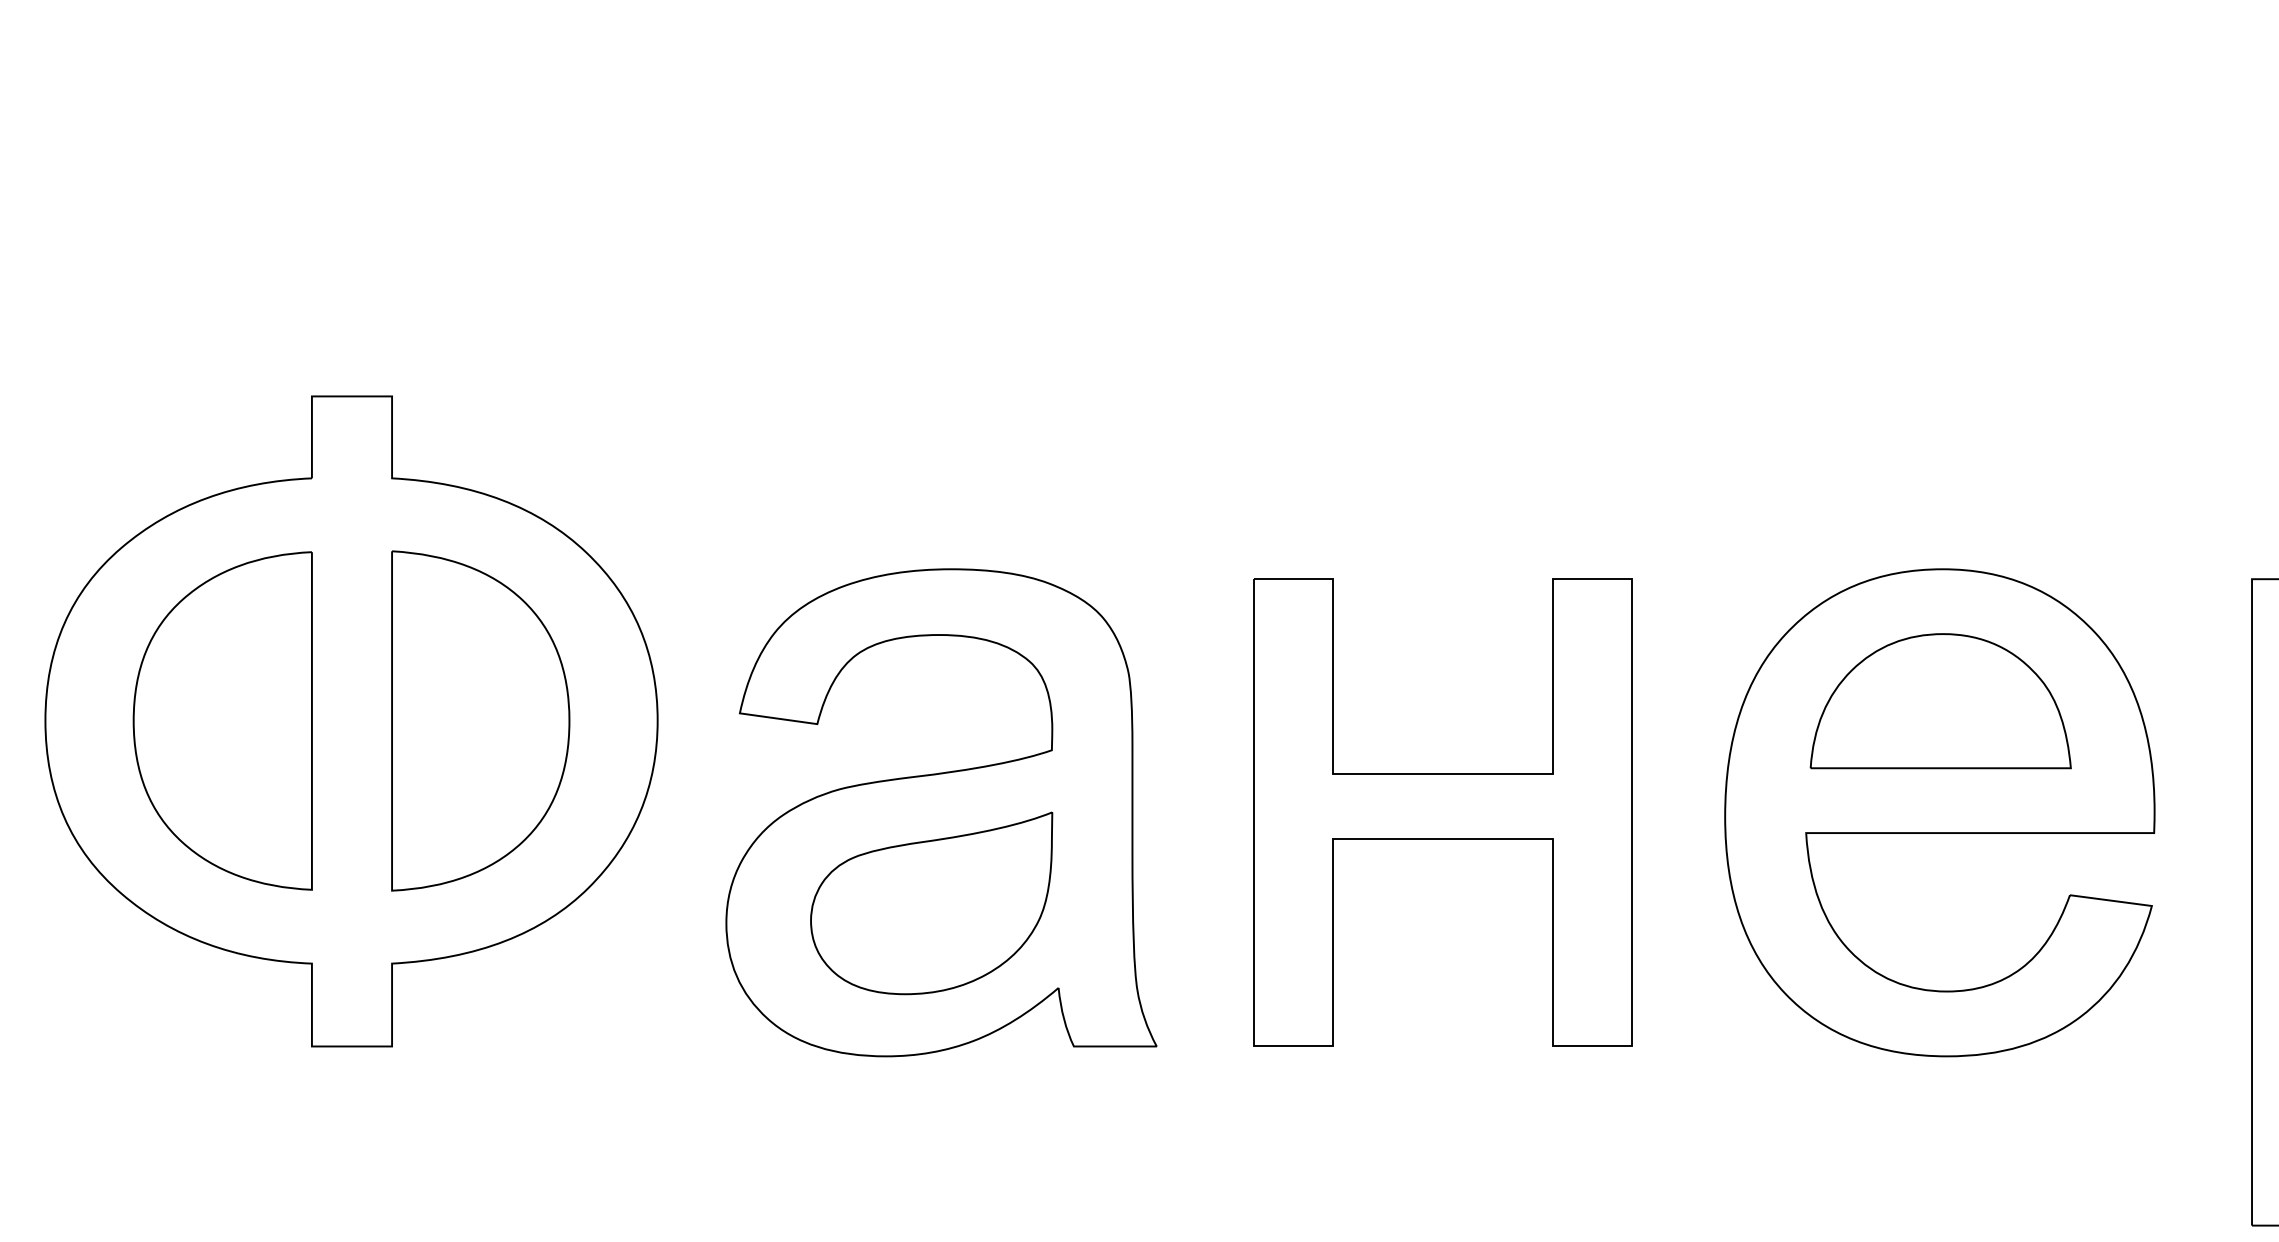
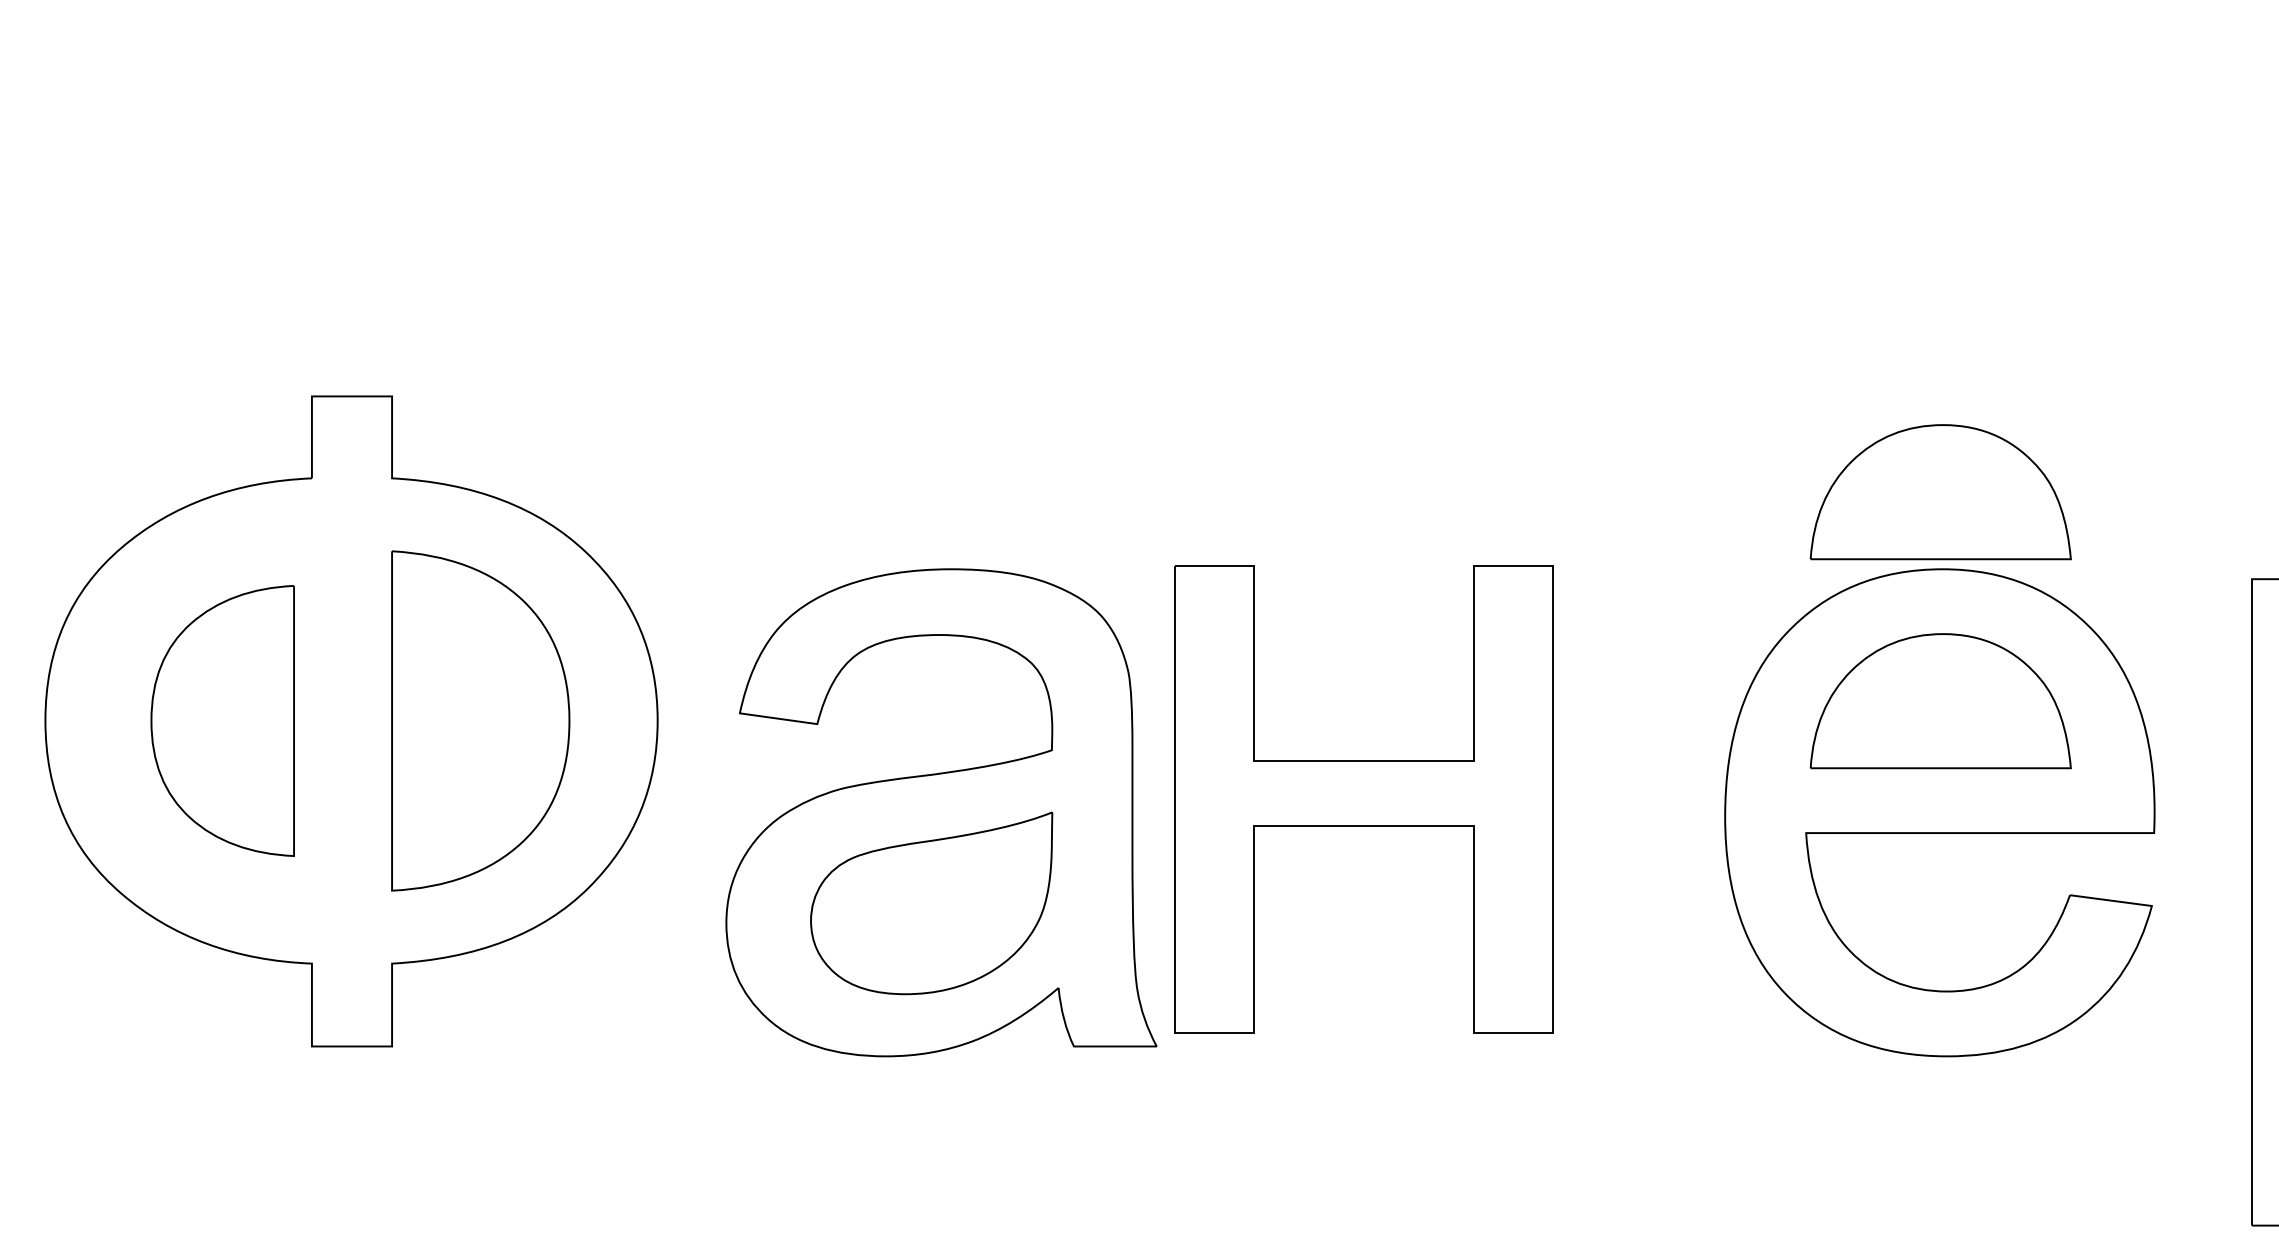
part at (1940, 492): none -> present
part at (222, 720) size: 181x340 px -> 145x272 px
part at (1442, 812) position: (1442, 812) -> (1363, 799)
